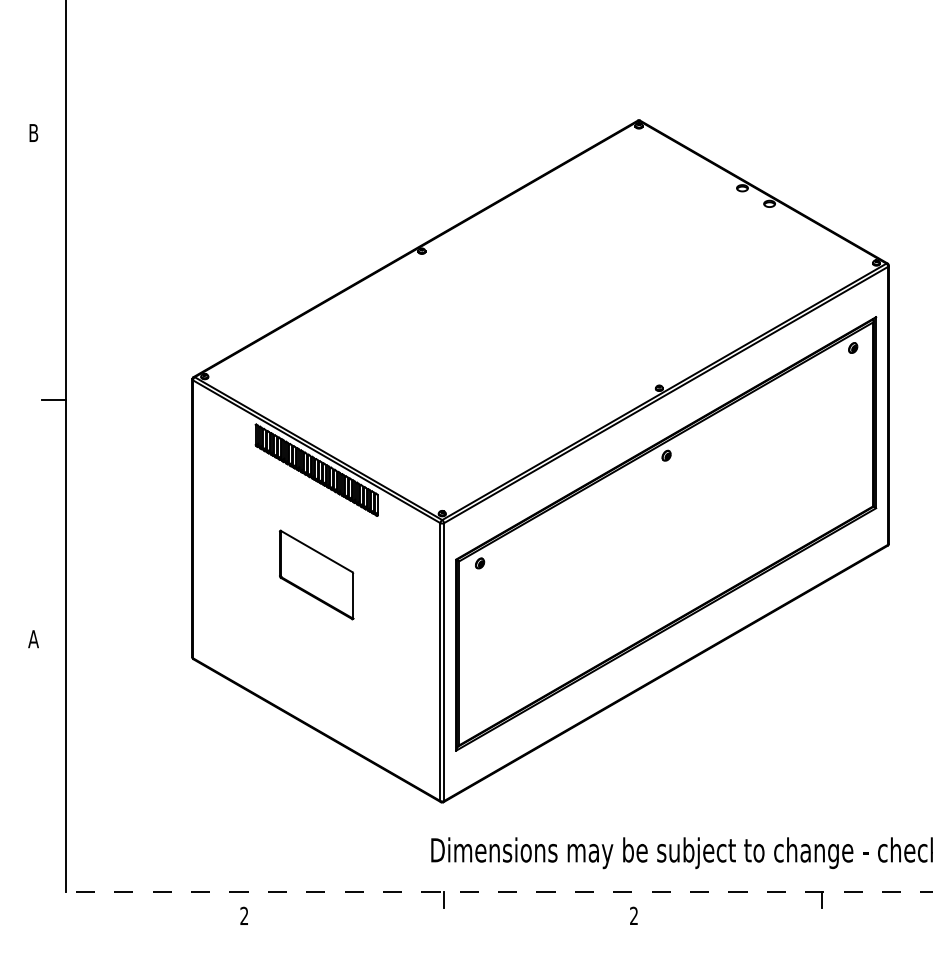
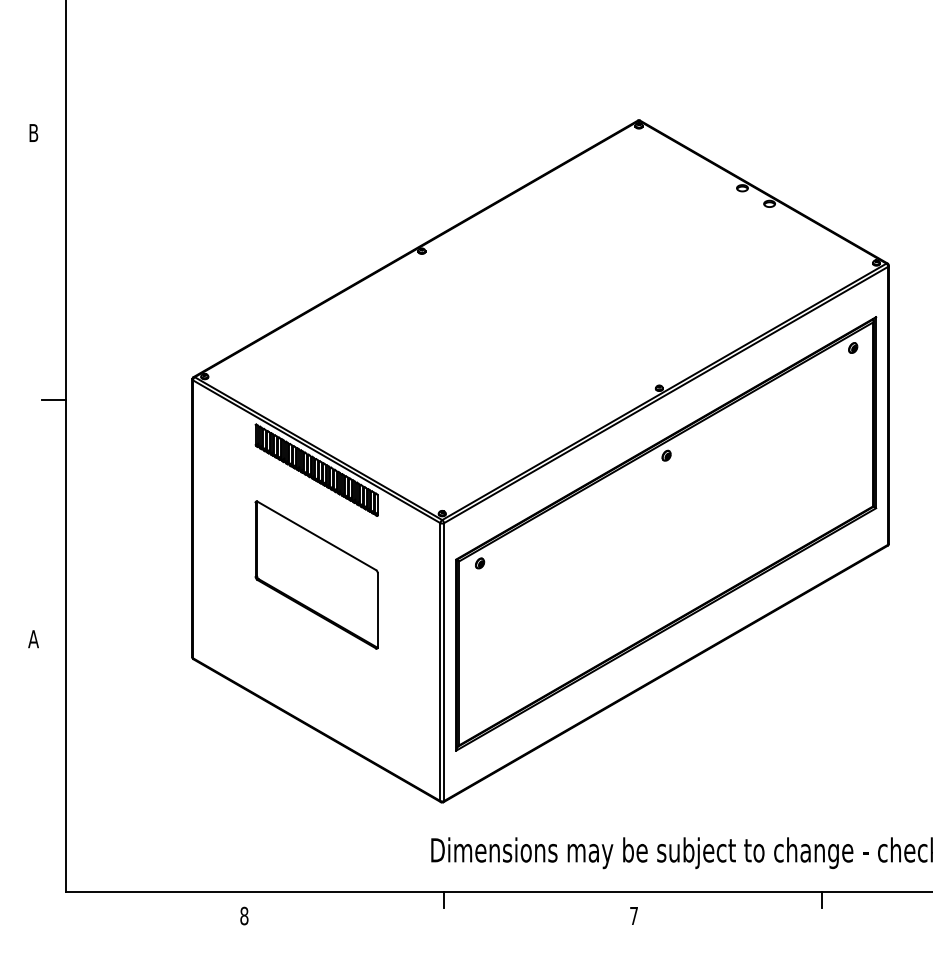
part at (316, 574) size: 76x92 px -> 125x150 px
line at (499, 891): dashed -> solid
text at (244, 915): 2 -> 8
text at (633, 915): 2 -> 7
